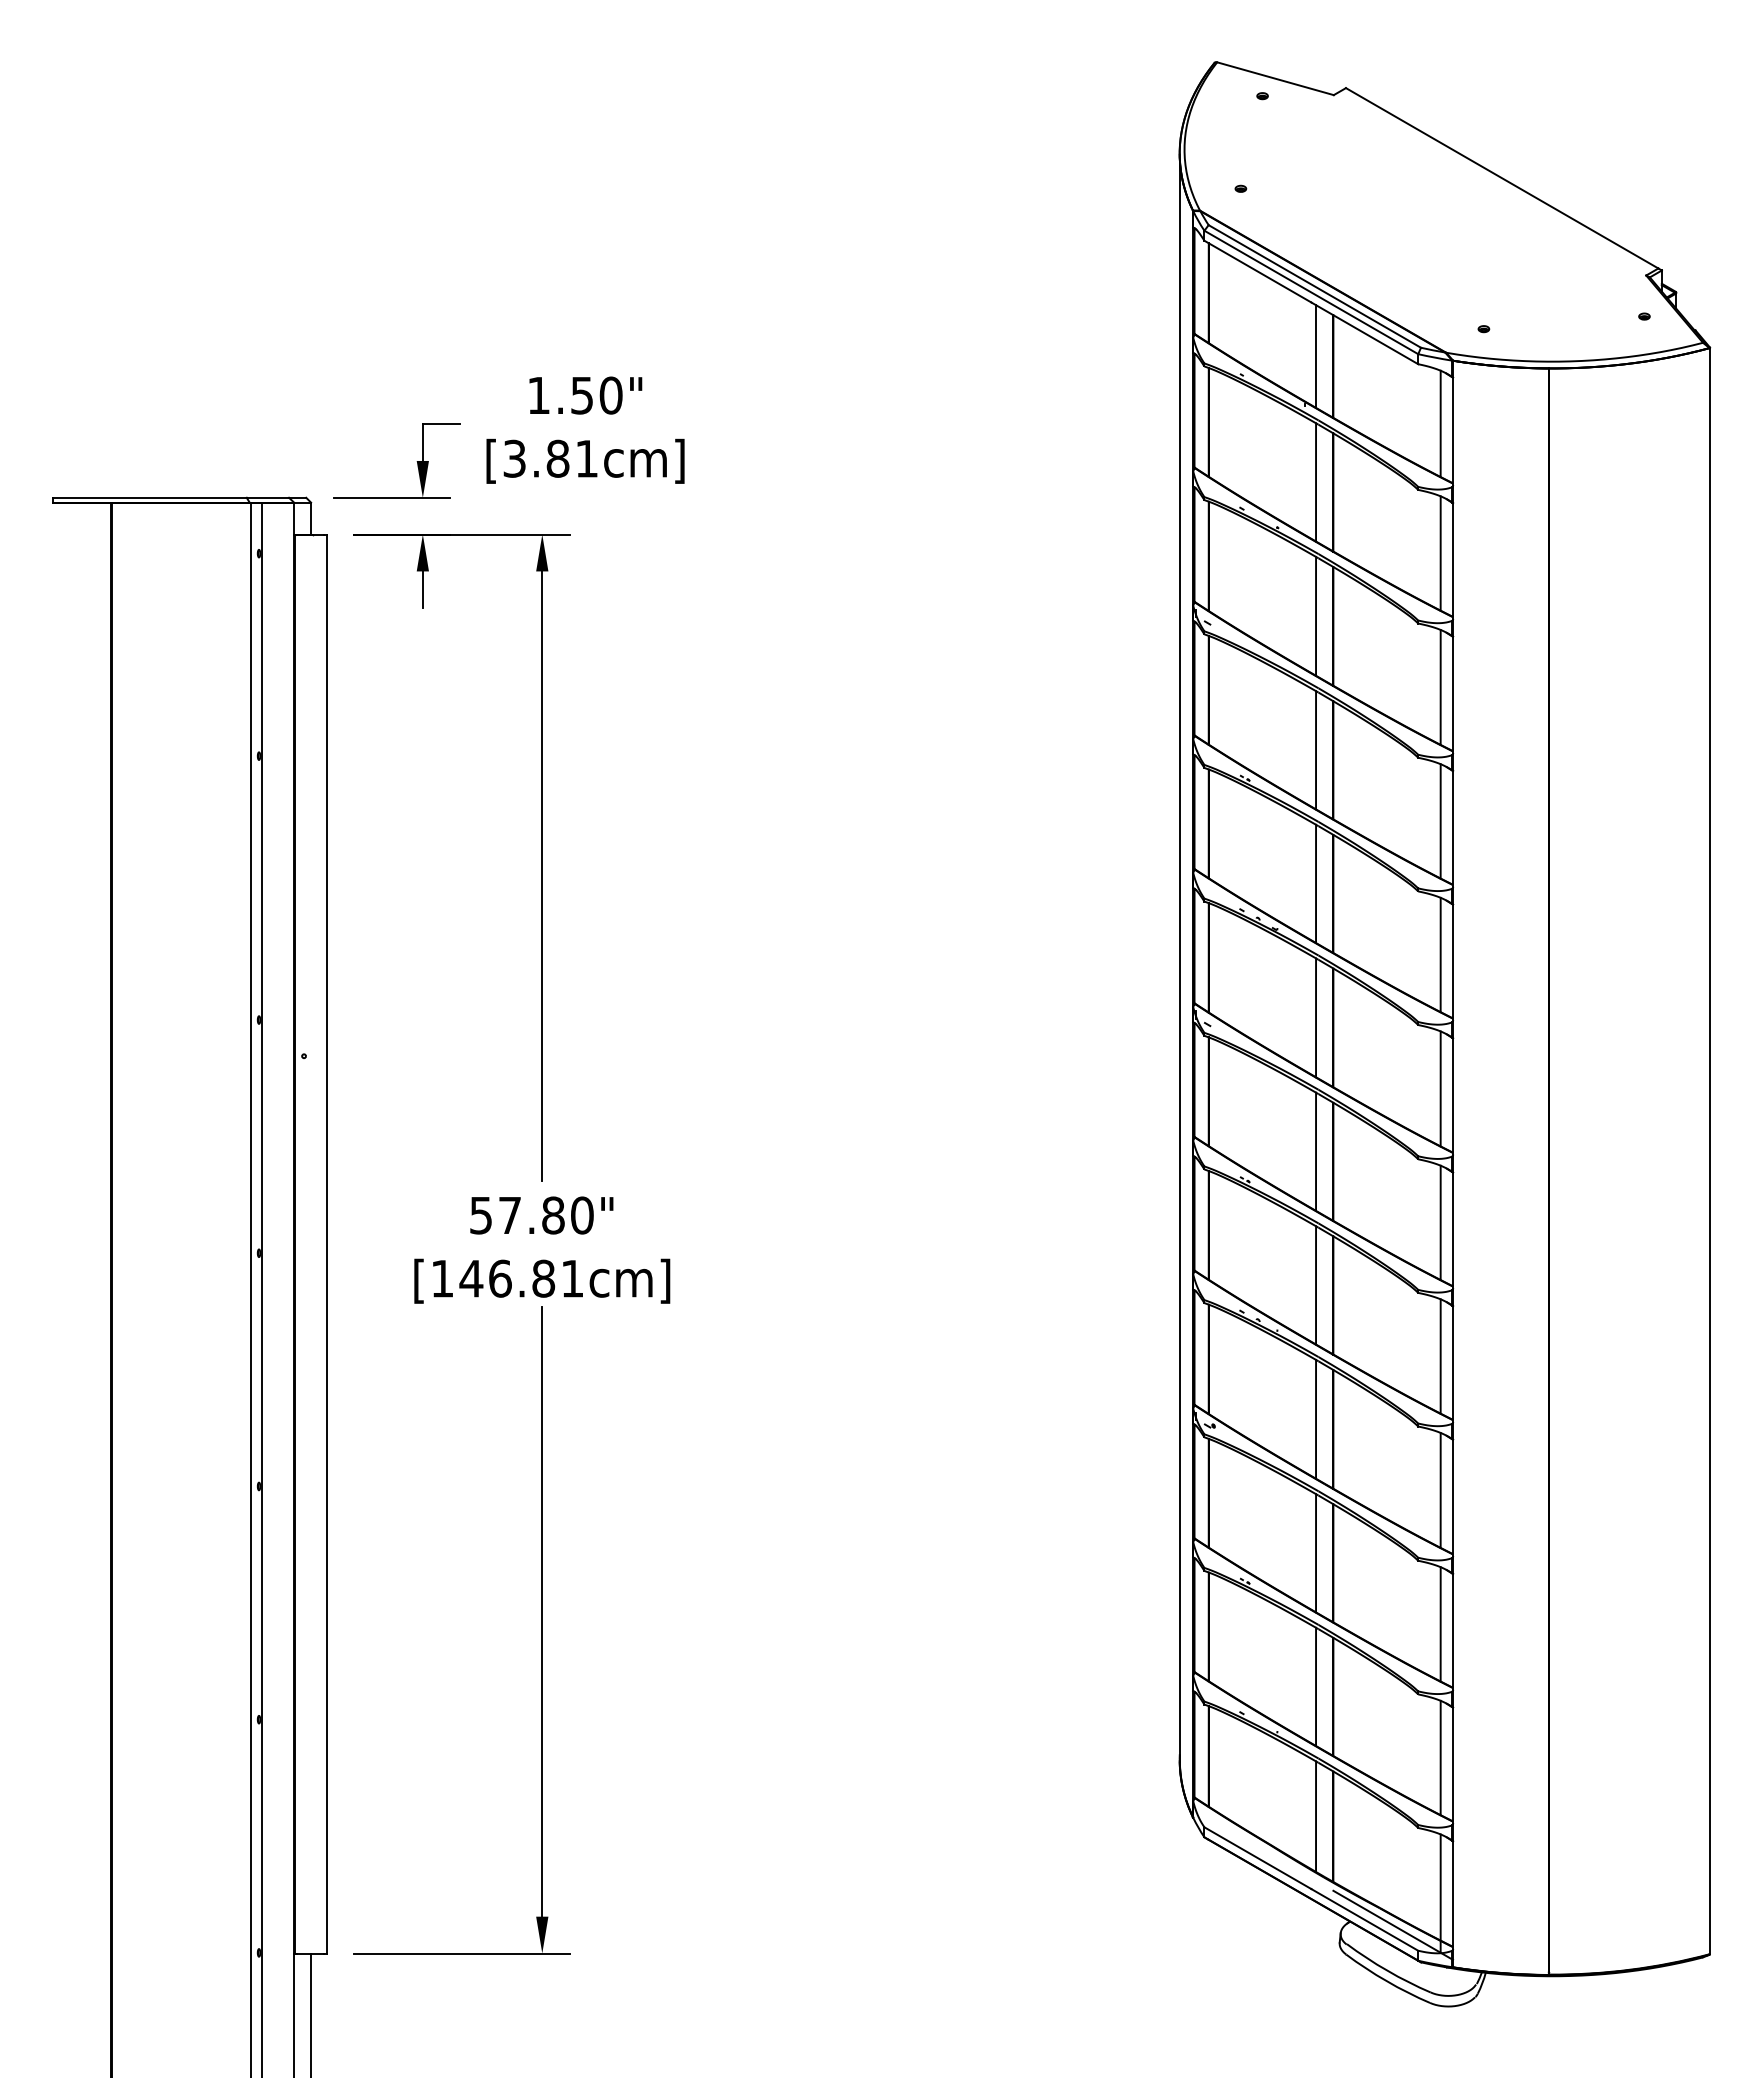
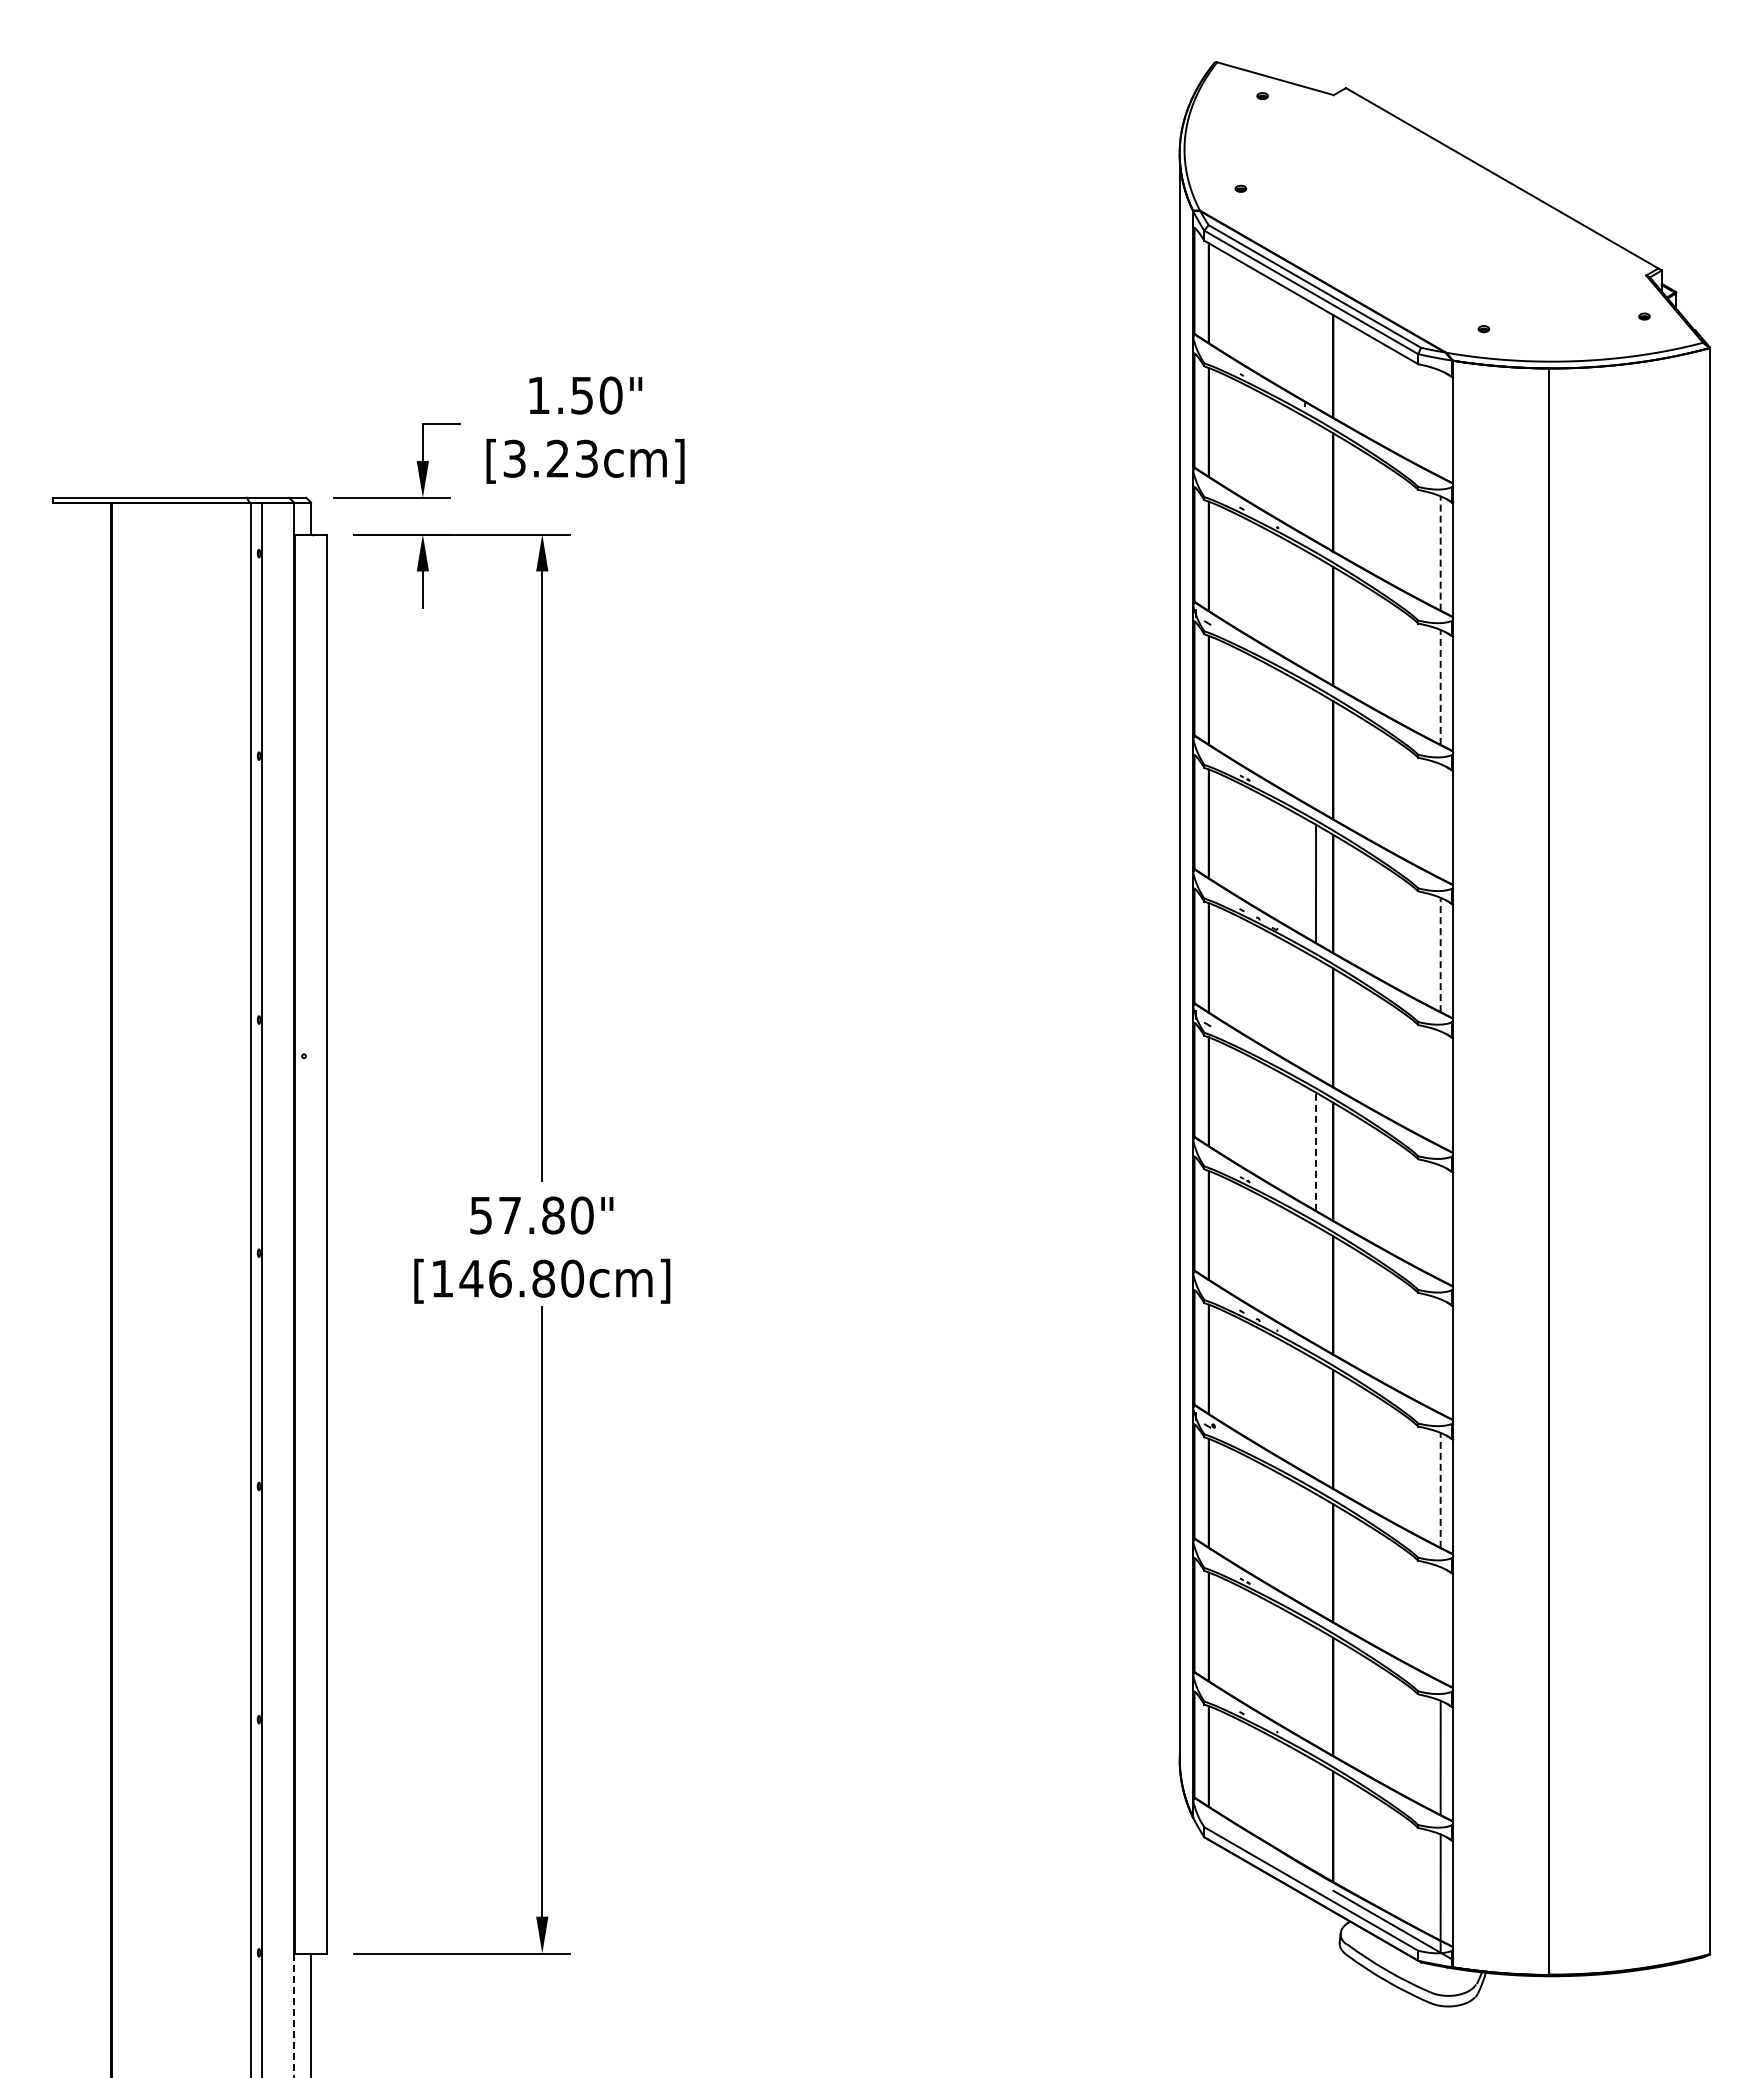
line at (1316, 356): present -> none
line at (1440, 423): present -> none
text at (571, 458): [3.81cm] -> [3.23cm]
line at (1316, 482): present -> none
line at (1440, 553): solid -> dashed
line at (1316, 615): present -> none
line at (1440, 686): solid -> dashed
line at (1316, 750): present -> none
line at (1440, 821): present -> none
line at (1440, 954): solid -> dashed
line at (1316, 1017): present -> none
line at (1440, 1088): present -> none
line at (1316, 1151): solid -> dashed
line at (1440, 1222): present -> none
text at (572, 1278): [146.81cm] -> [146.80cm]
line at (1316, 1285): present -> none
line at (1440, 1356): present -> none
line at (1316, 1418): present -> none
line at (1440, 1489): solid -> dashed
line at (1316, 1553): present -> none
line at (1440, 1624): present -> none
line at (1316, 1686): present -> none
line at (1316, 1816): present -> none
line at (294, 2015): solid -> dashed
